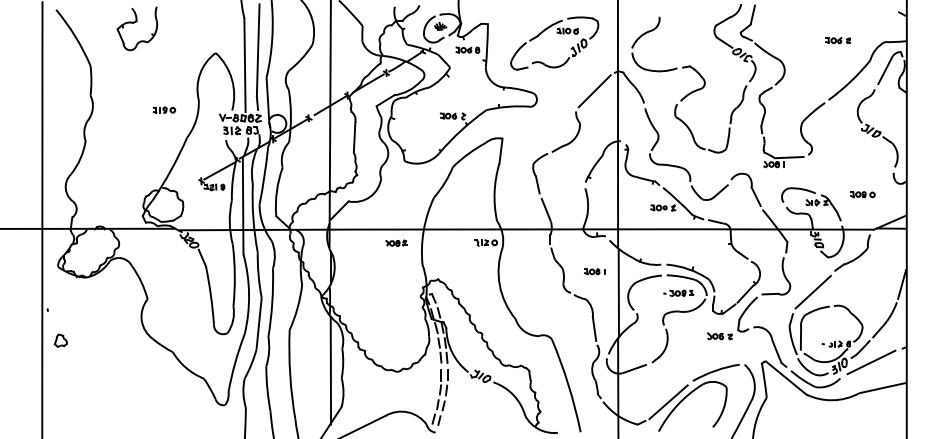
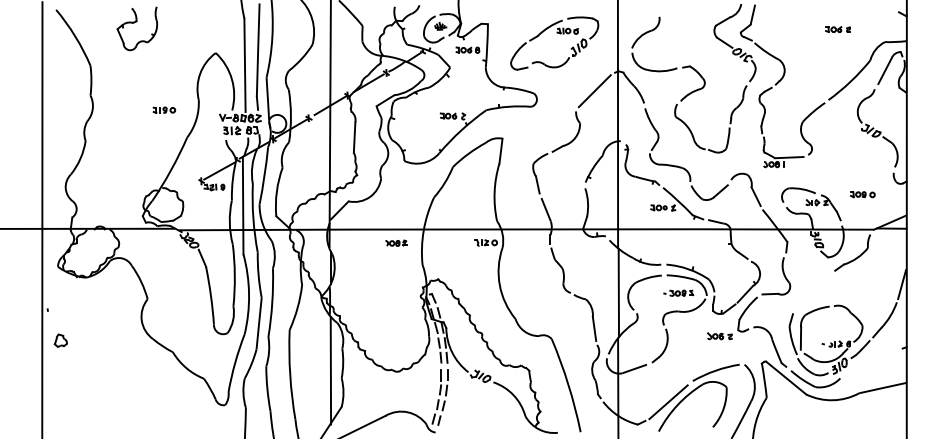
part at (837, 40) position: (837, 40) -> (837, 29)
part at (594, 271): present -> none
line at (812, 291): present -> none
line at (871, 362): present -> none
